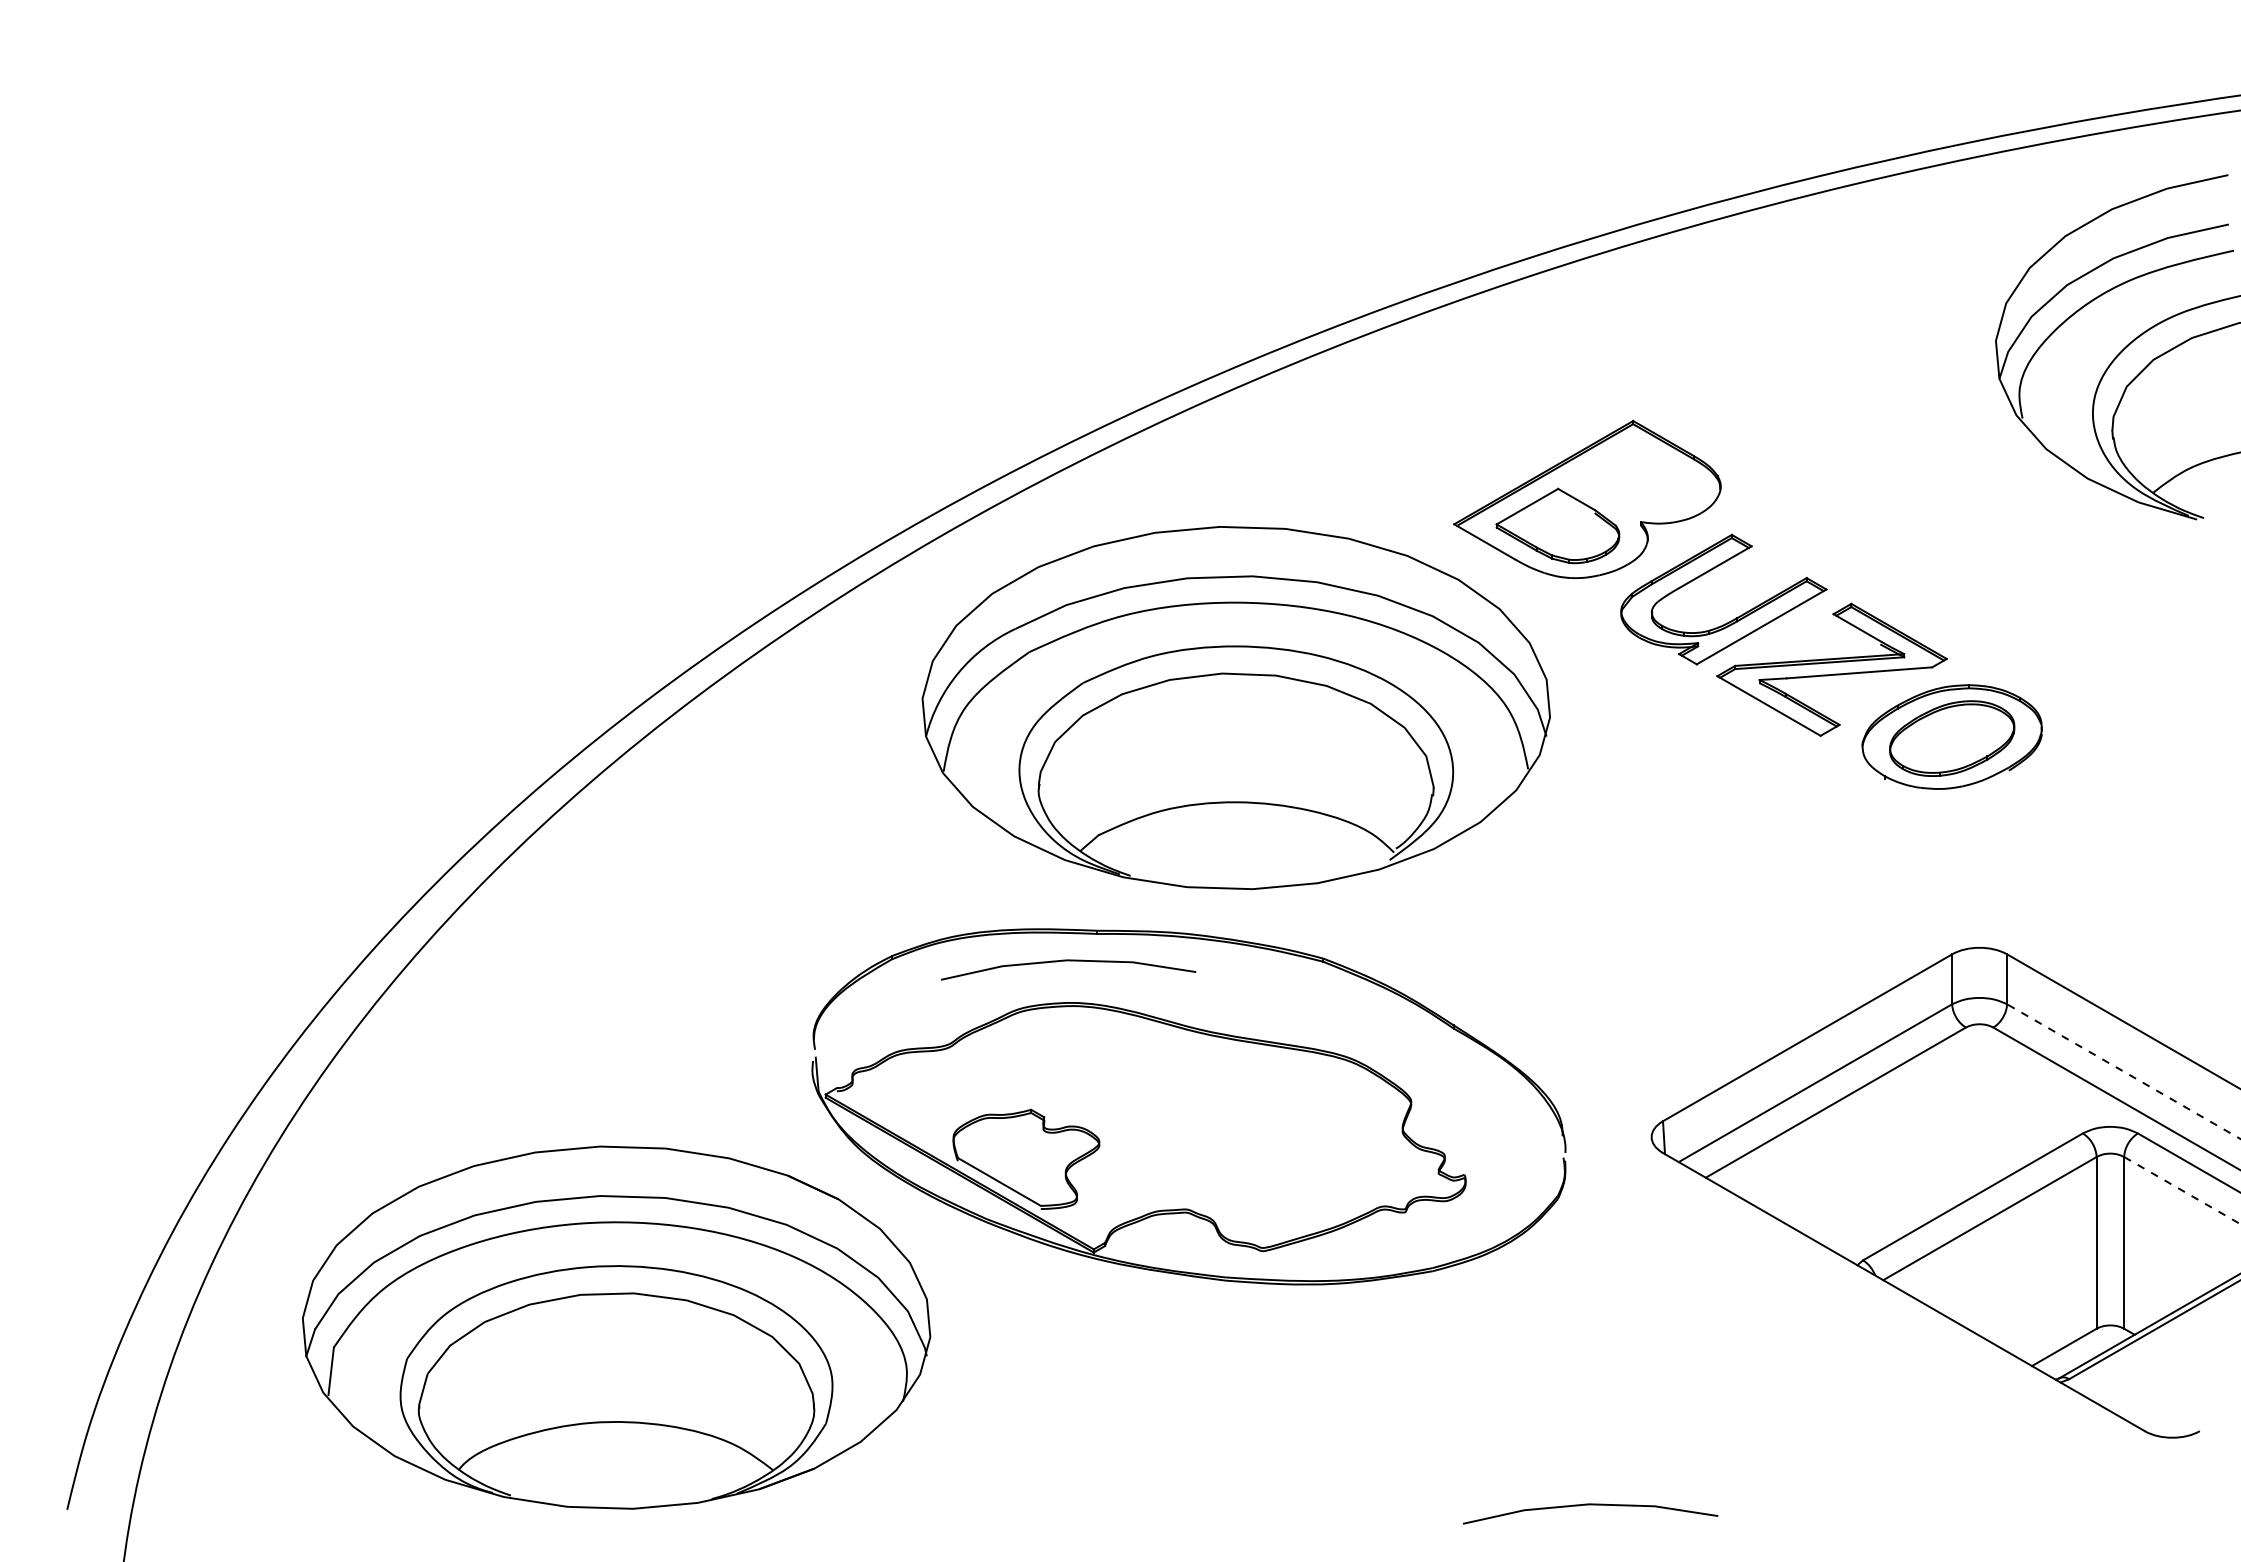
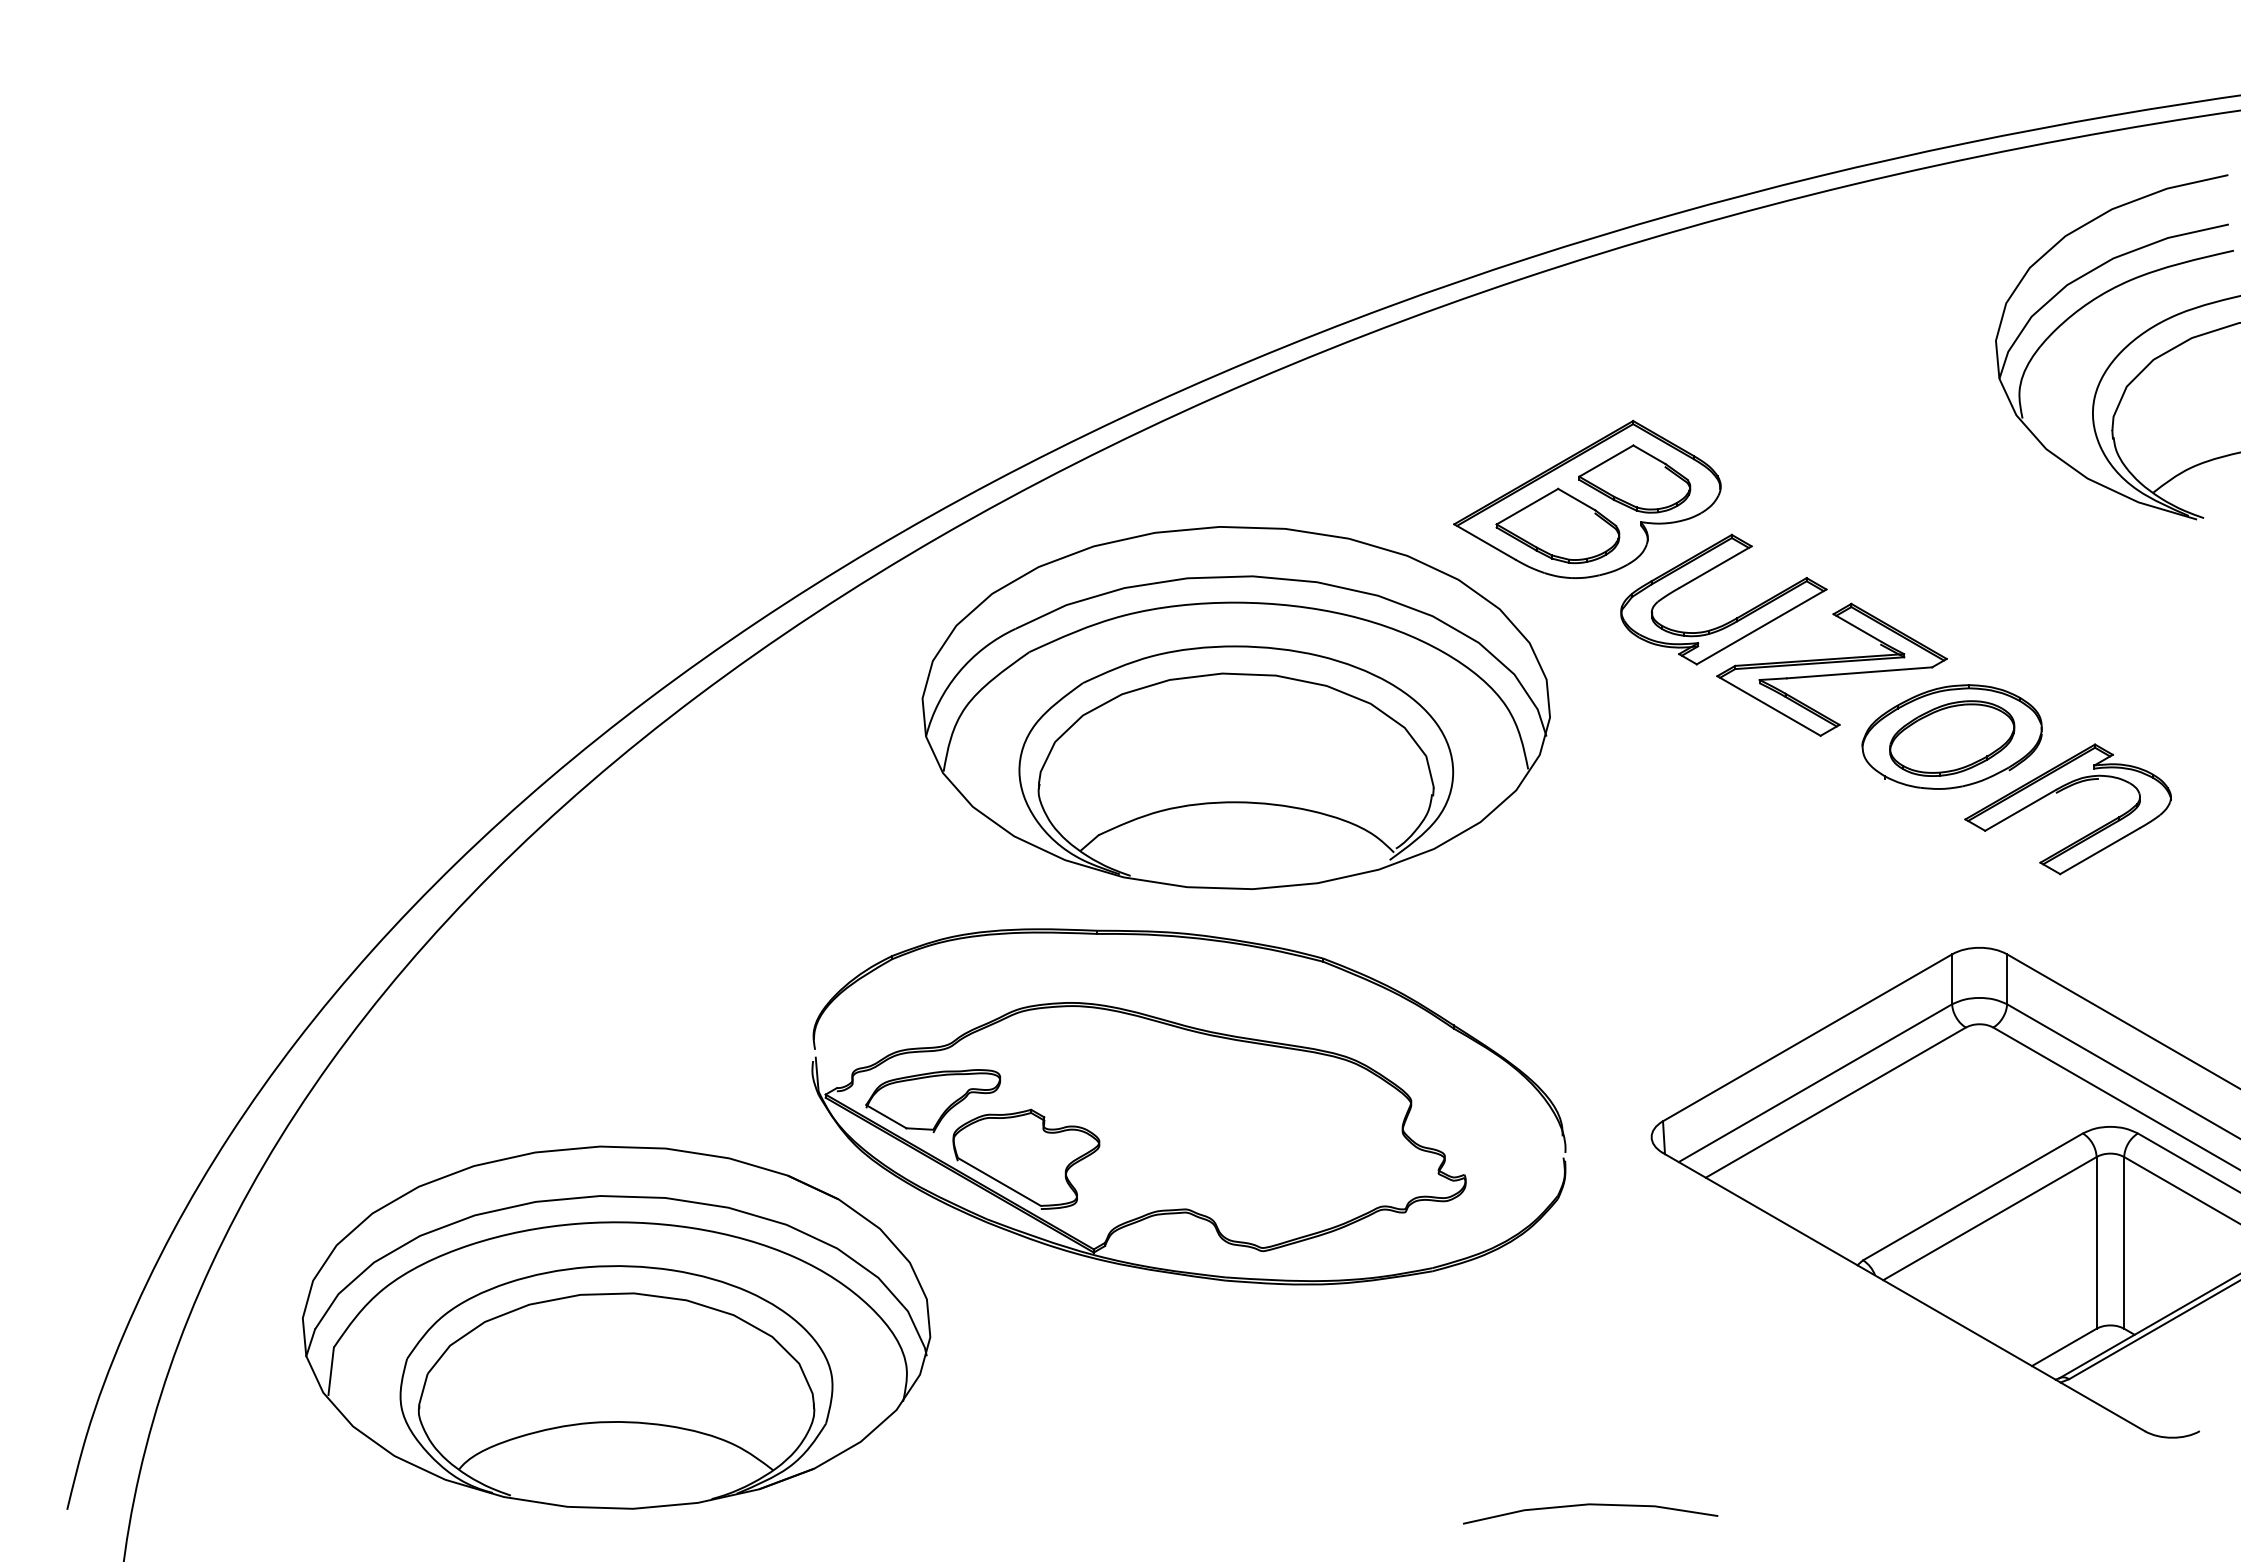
part at (1634, 478): none -> present
part at (2059, 792): none -> present
line at (1068, 961): present -> none
line at (2123, 1071): dashed -> solid
part at (933, 1100): none -> present
line at (2182, 1190): dashed -> solid
